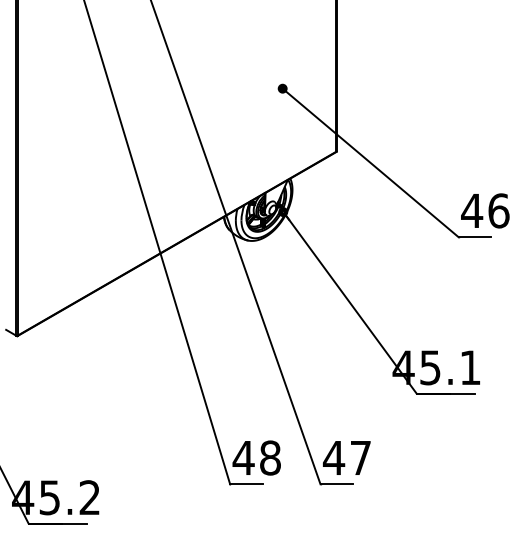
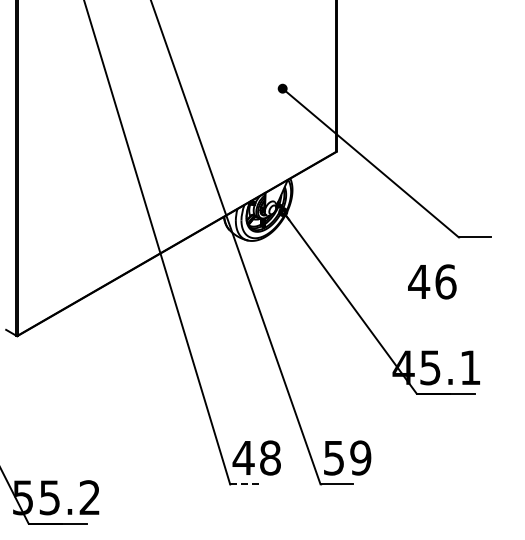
text at (485, 210) position: (485, 210) -> (432, 281)
text at (346, 457): 47 -> 59
line at (247, 484): solid -> dashed
text at (23, 497): 45.2 -> 55.2
